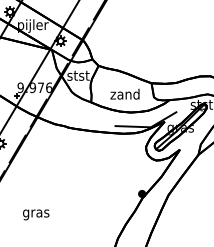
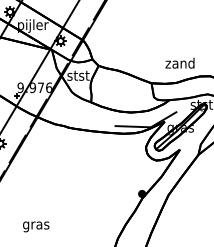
text at (124, 93) position: (124, 93) -> (179, 62)
text at (36, 214) position: (36, 214) -> (36, 226)
